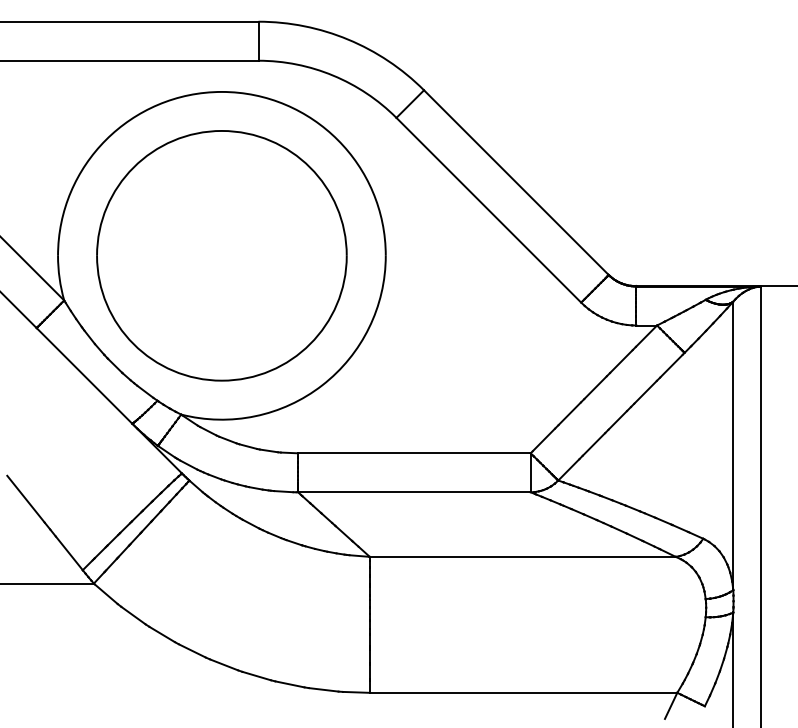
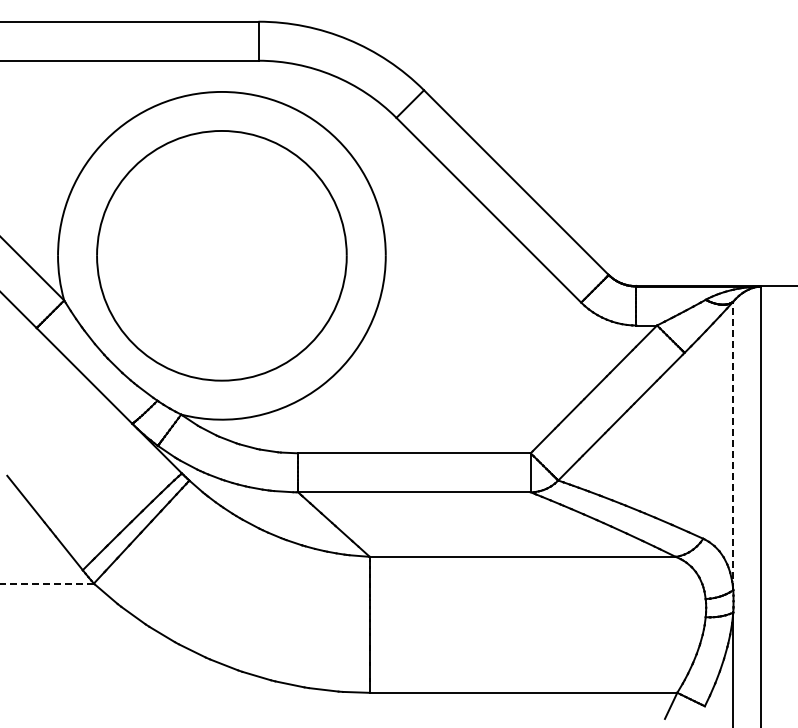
line at (733, 445): solid -> dashed
line at (46, 583): solid -> dashed
